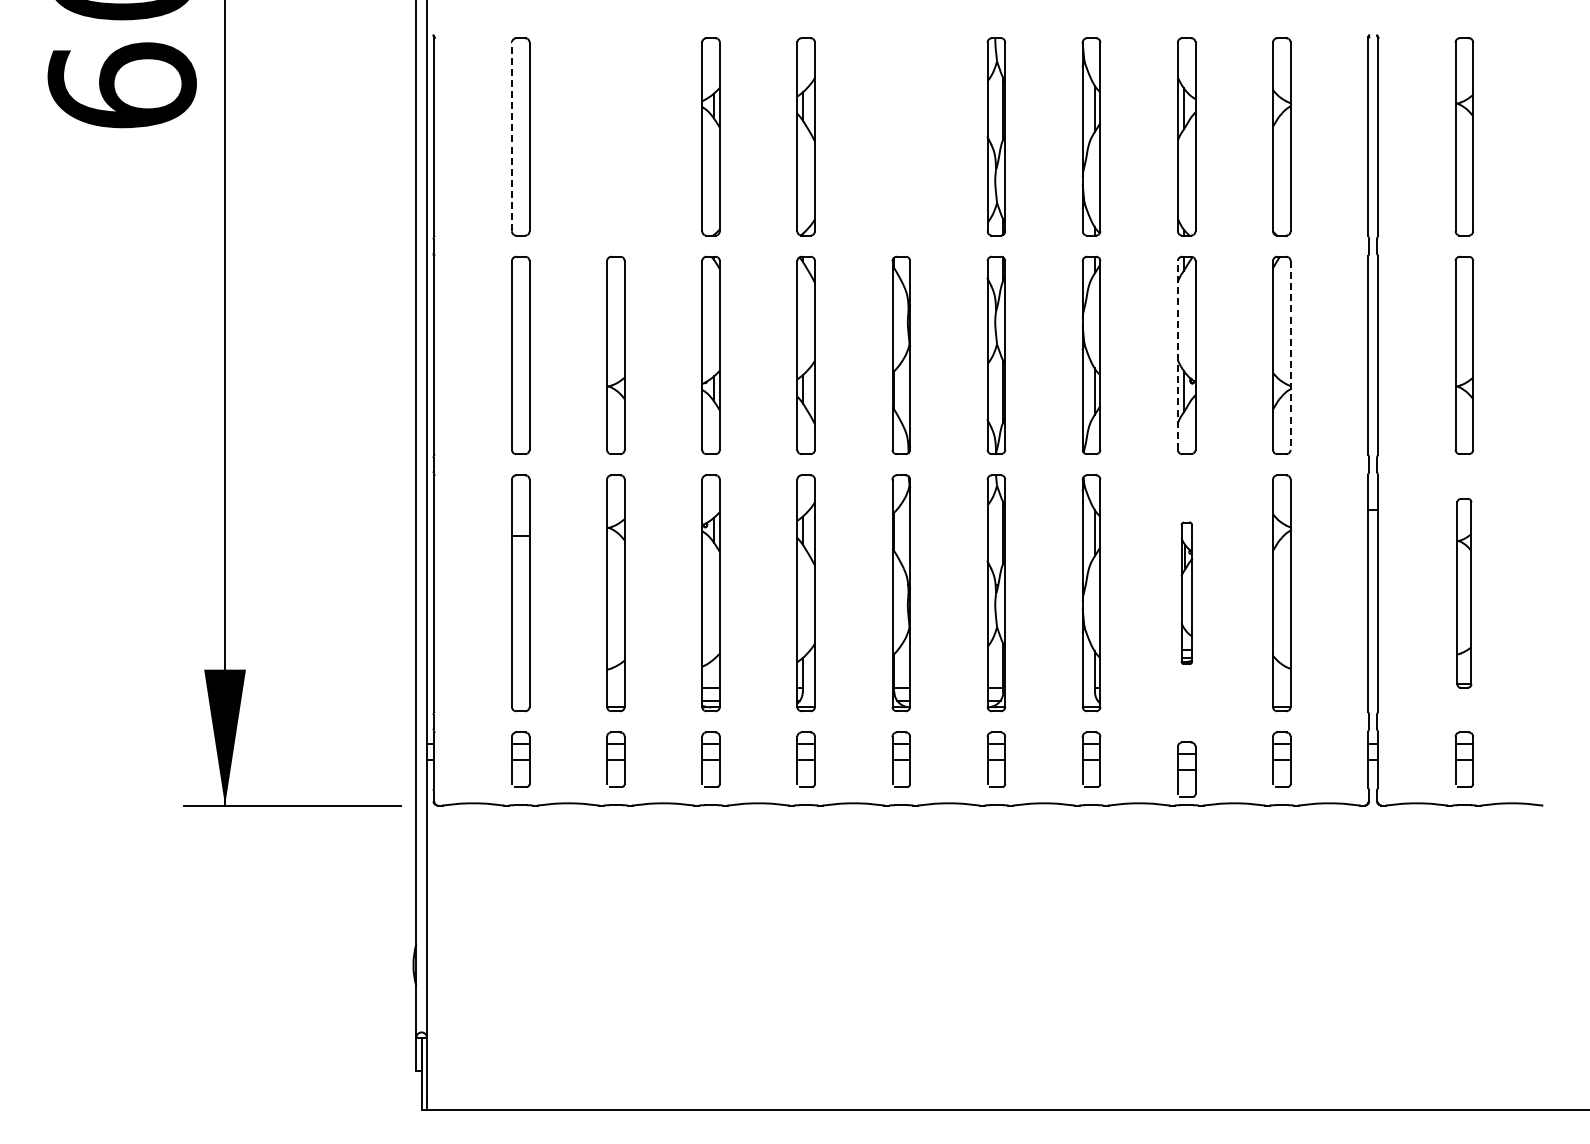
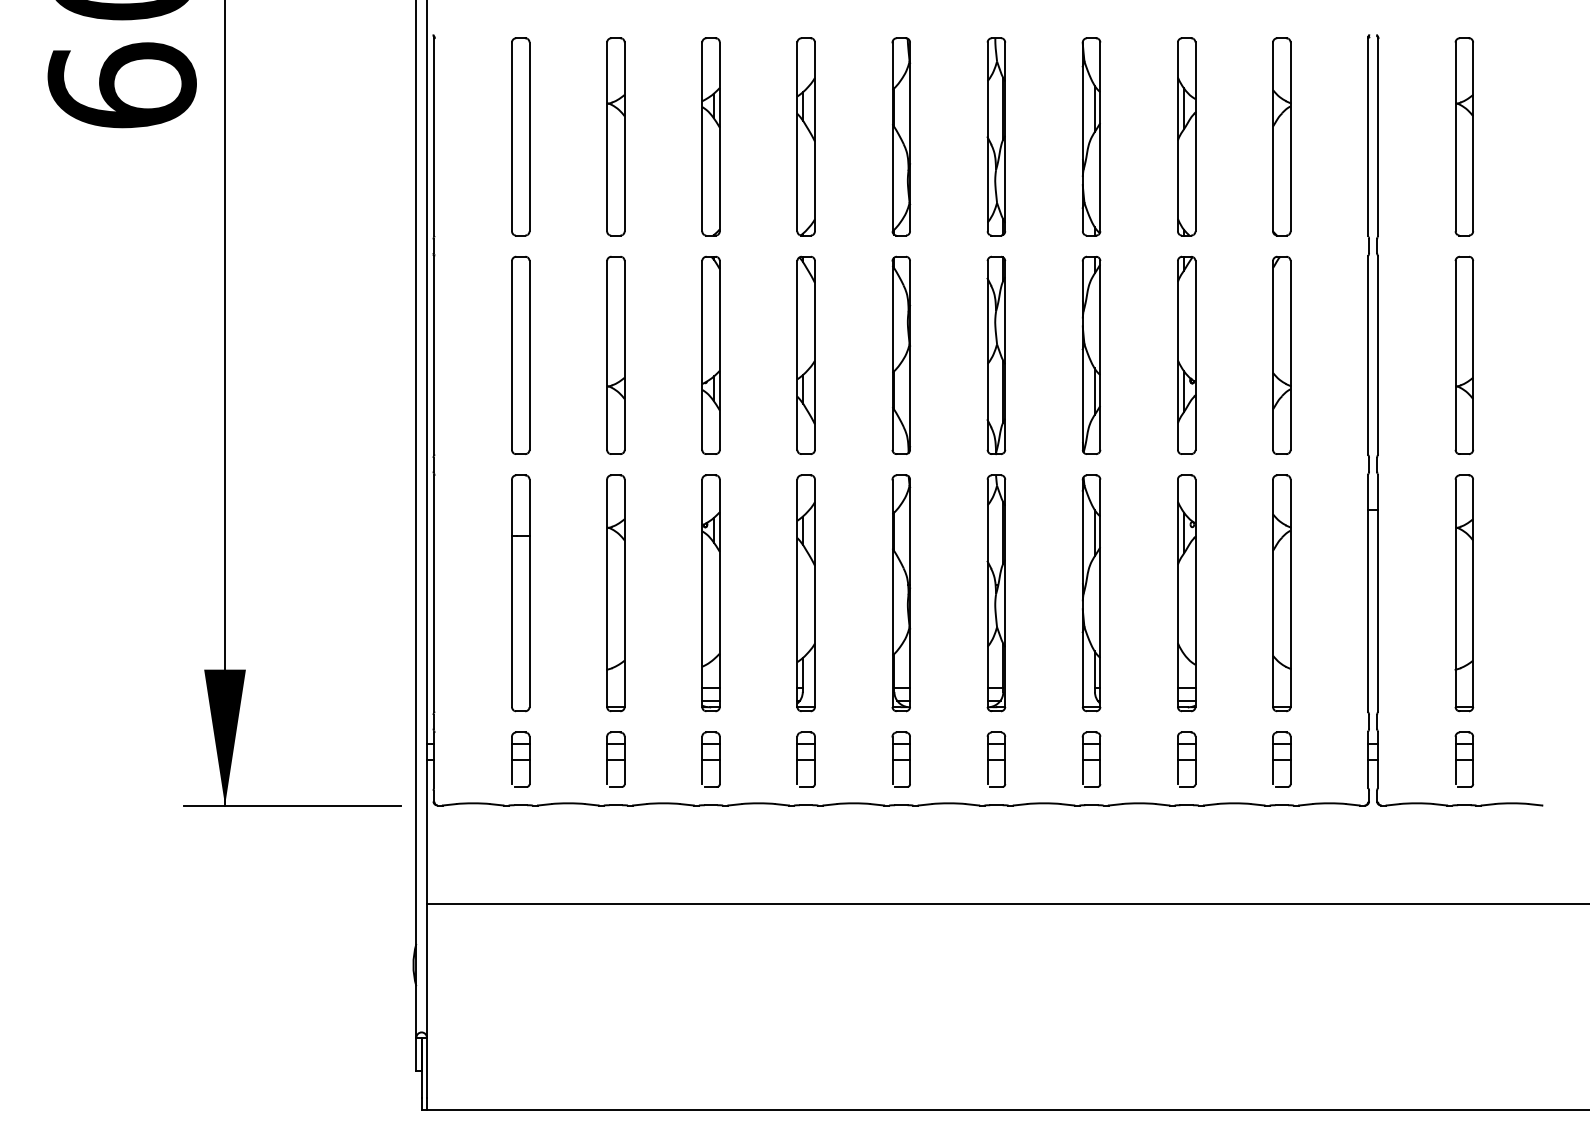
line at (511, 136): dashed -> solid
part at (615, 136): none -> present
part at (901, 136): none -> present
line at (1177, 354): dashed -> solid
line at (1290, 355): dashed -> solid
part at (1186, 592) size: 14x144 px -> 20x239 px
part at (1464, 593) size: 17x191 px -> 21x239 px
part at (1186, 769) position: (1186, 769) -> (1186, 759)
line at (1006, 903): none -> present
